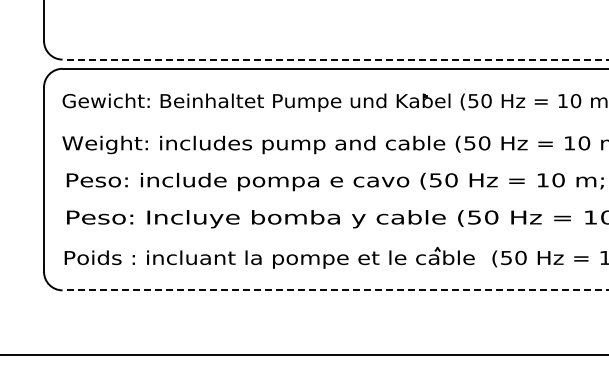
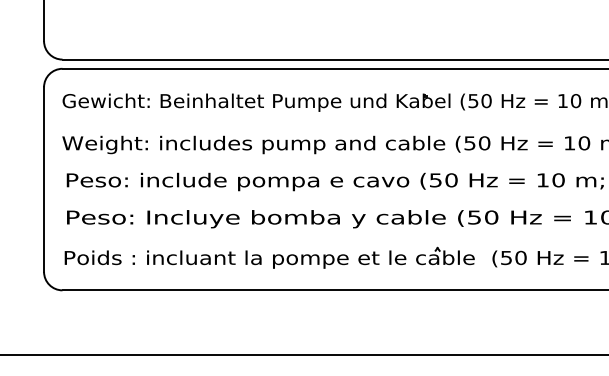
line at (335, 59): dashed -> solid
line at (335, 290): dashed -> solid
